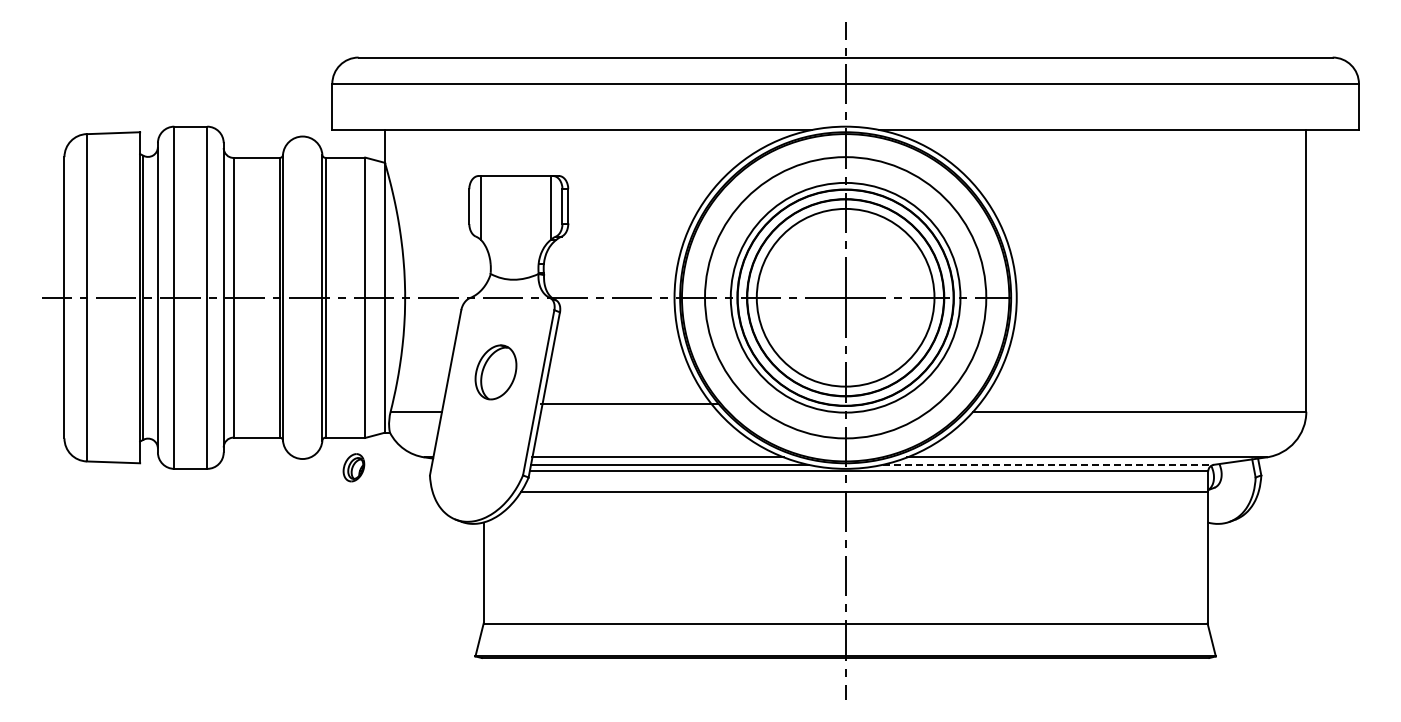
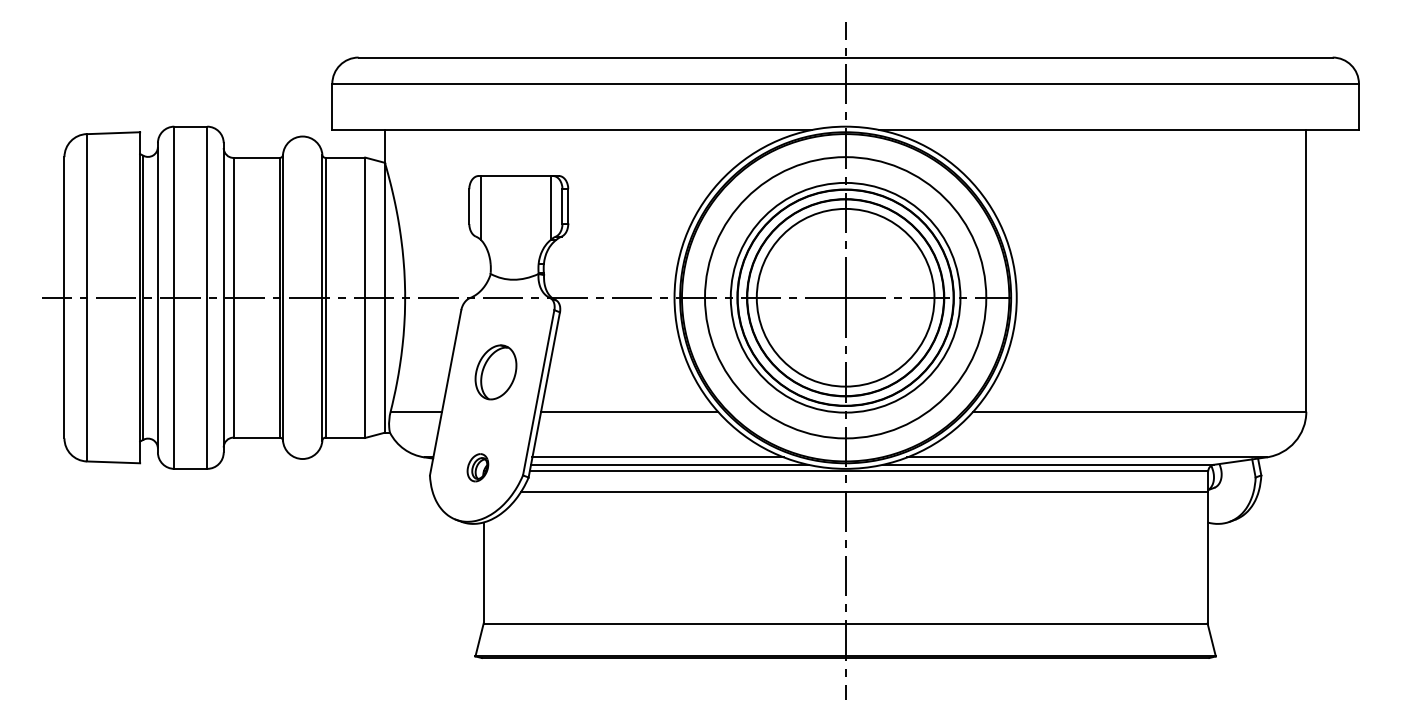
line at (629, 403) position: (629, 403) -> (629, 411)
line at (1048, 464): dashed -> solid
part at (353, 467) position: (353, 467) -> (477, 467)
